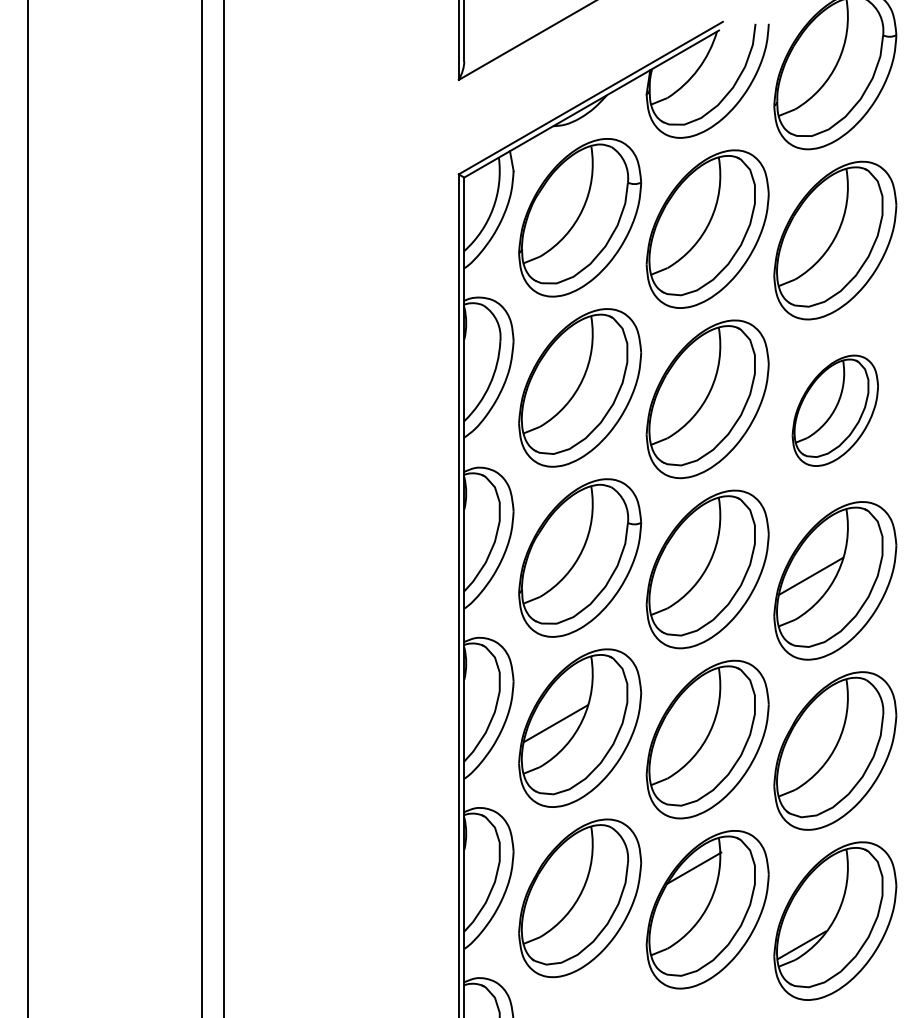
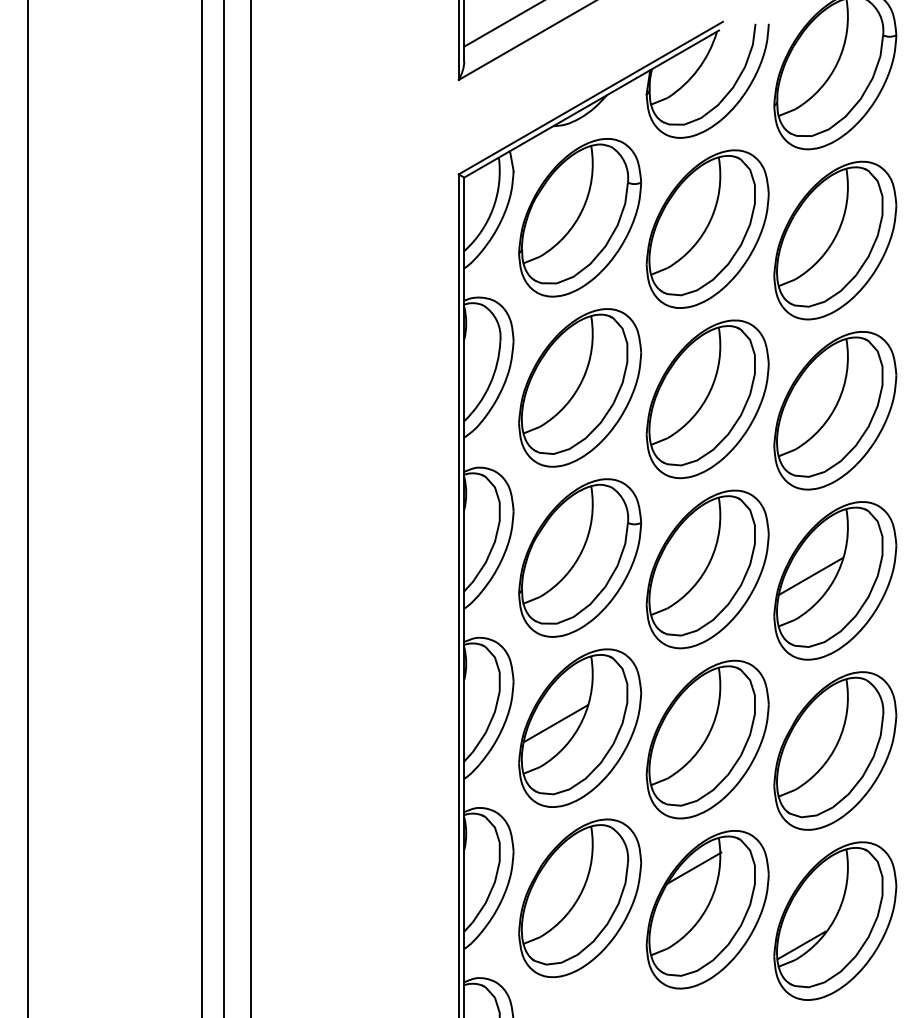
line at (502, 24): none -> present
part at (834, 410) size: 88x113 px -> 125x160 px
line at (250, 508): none -> present
